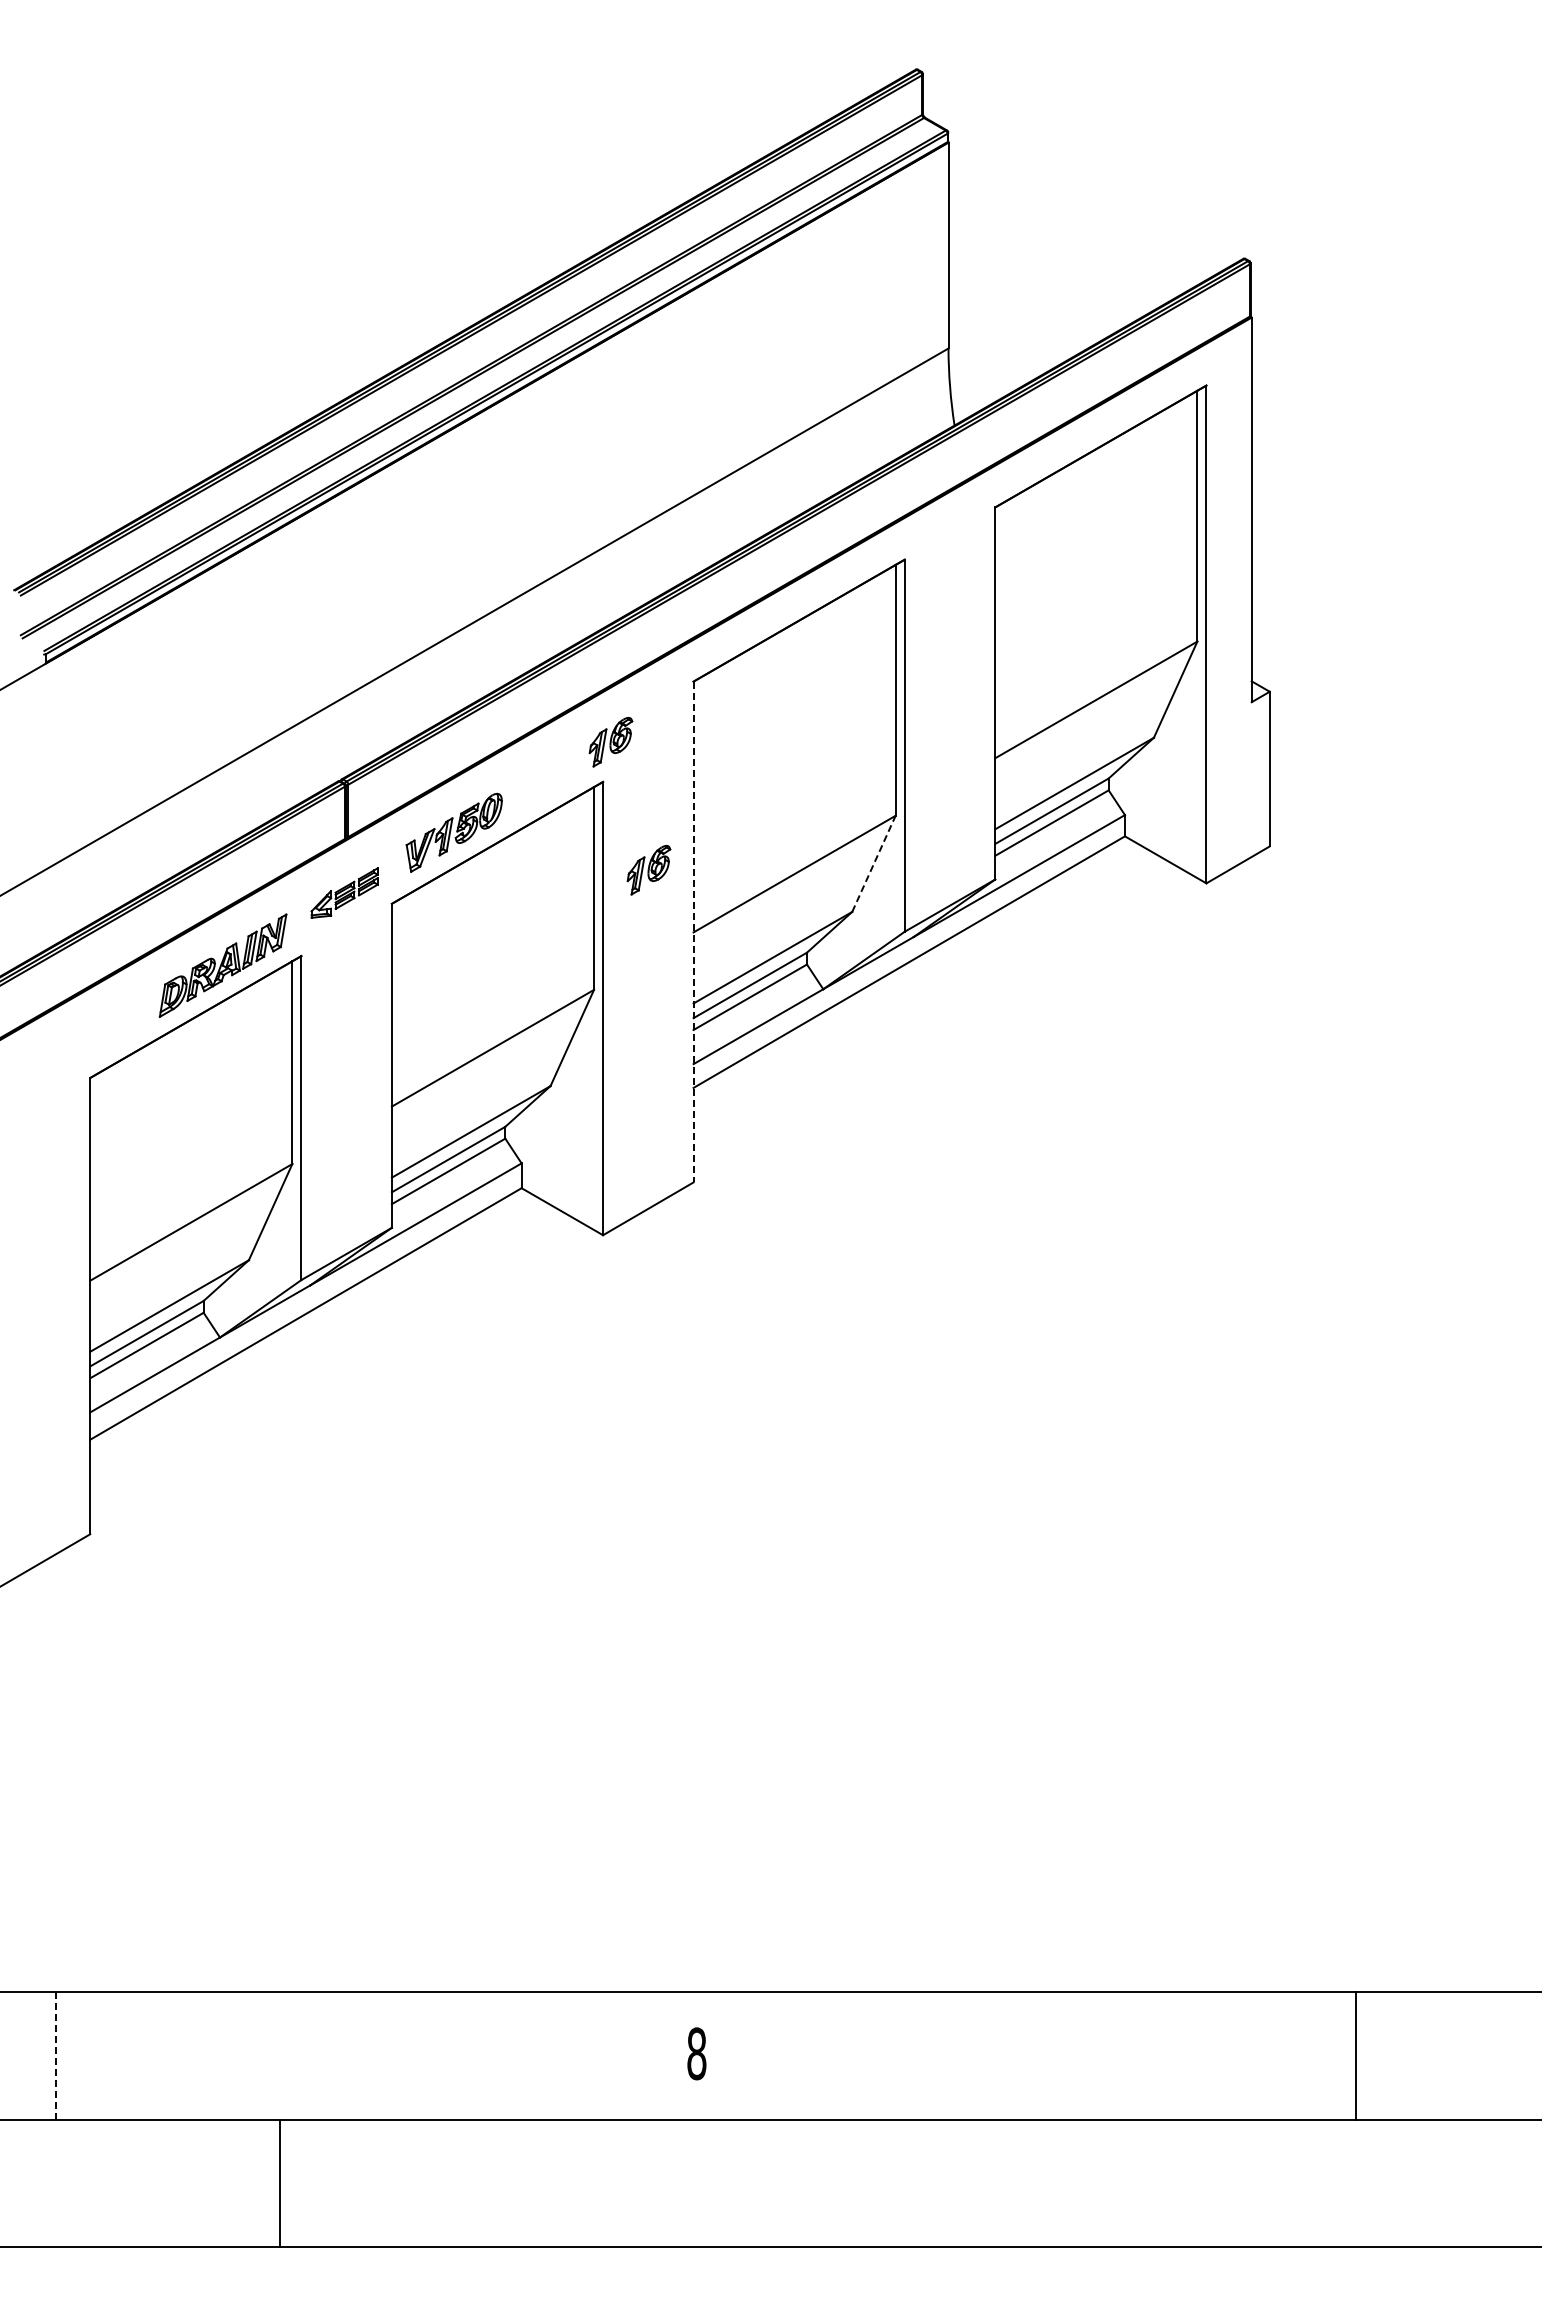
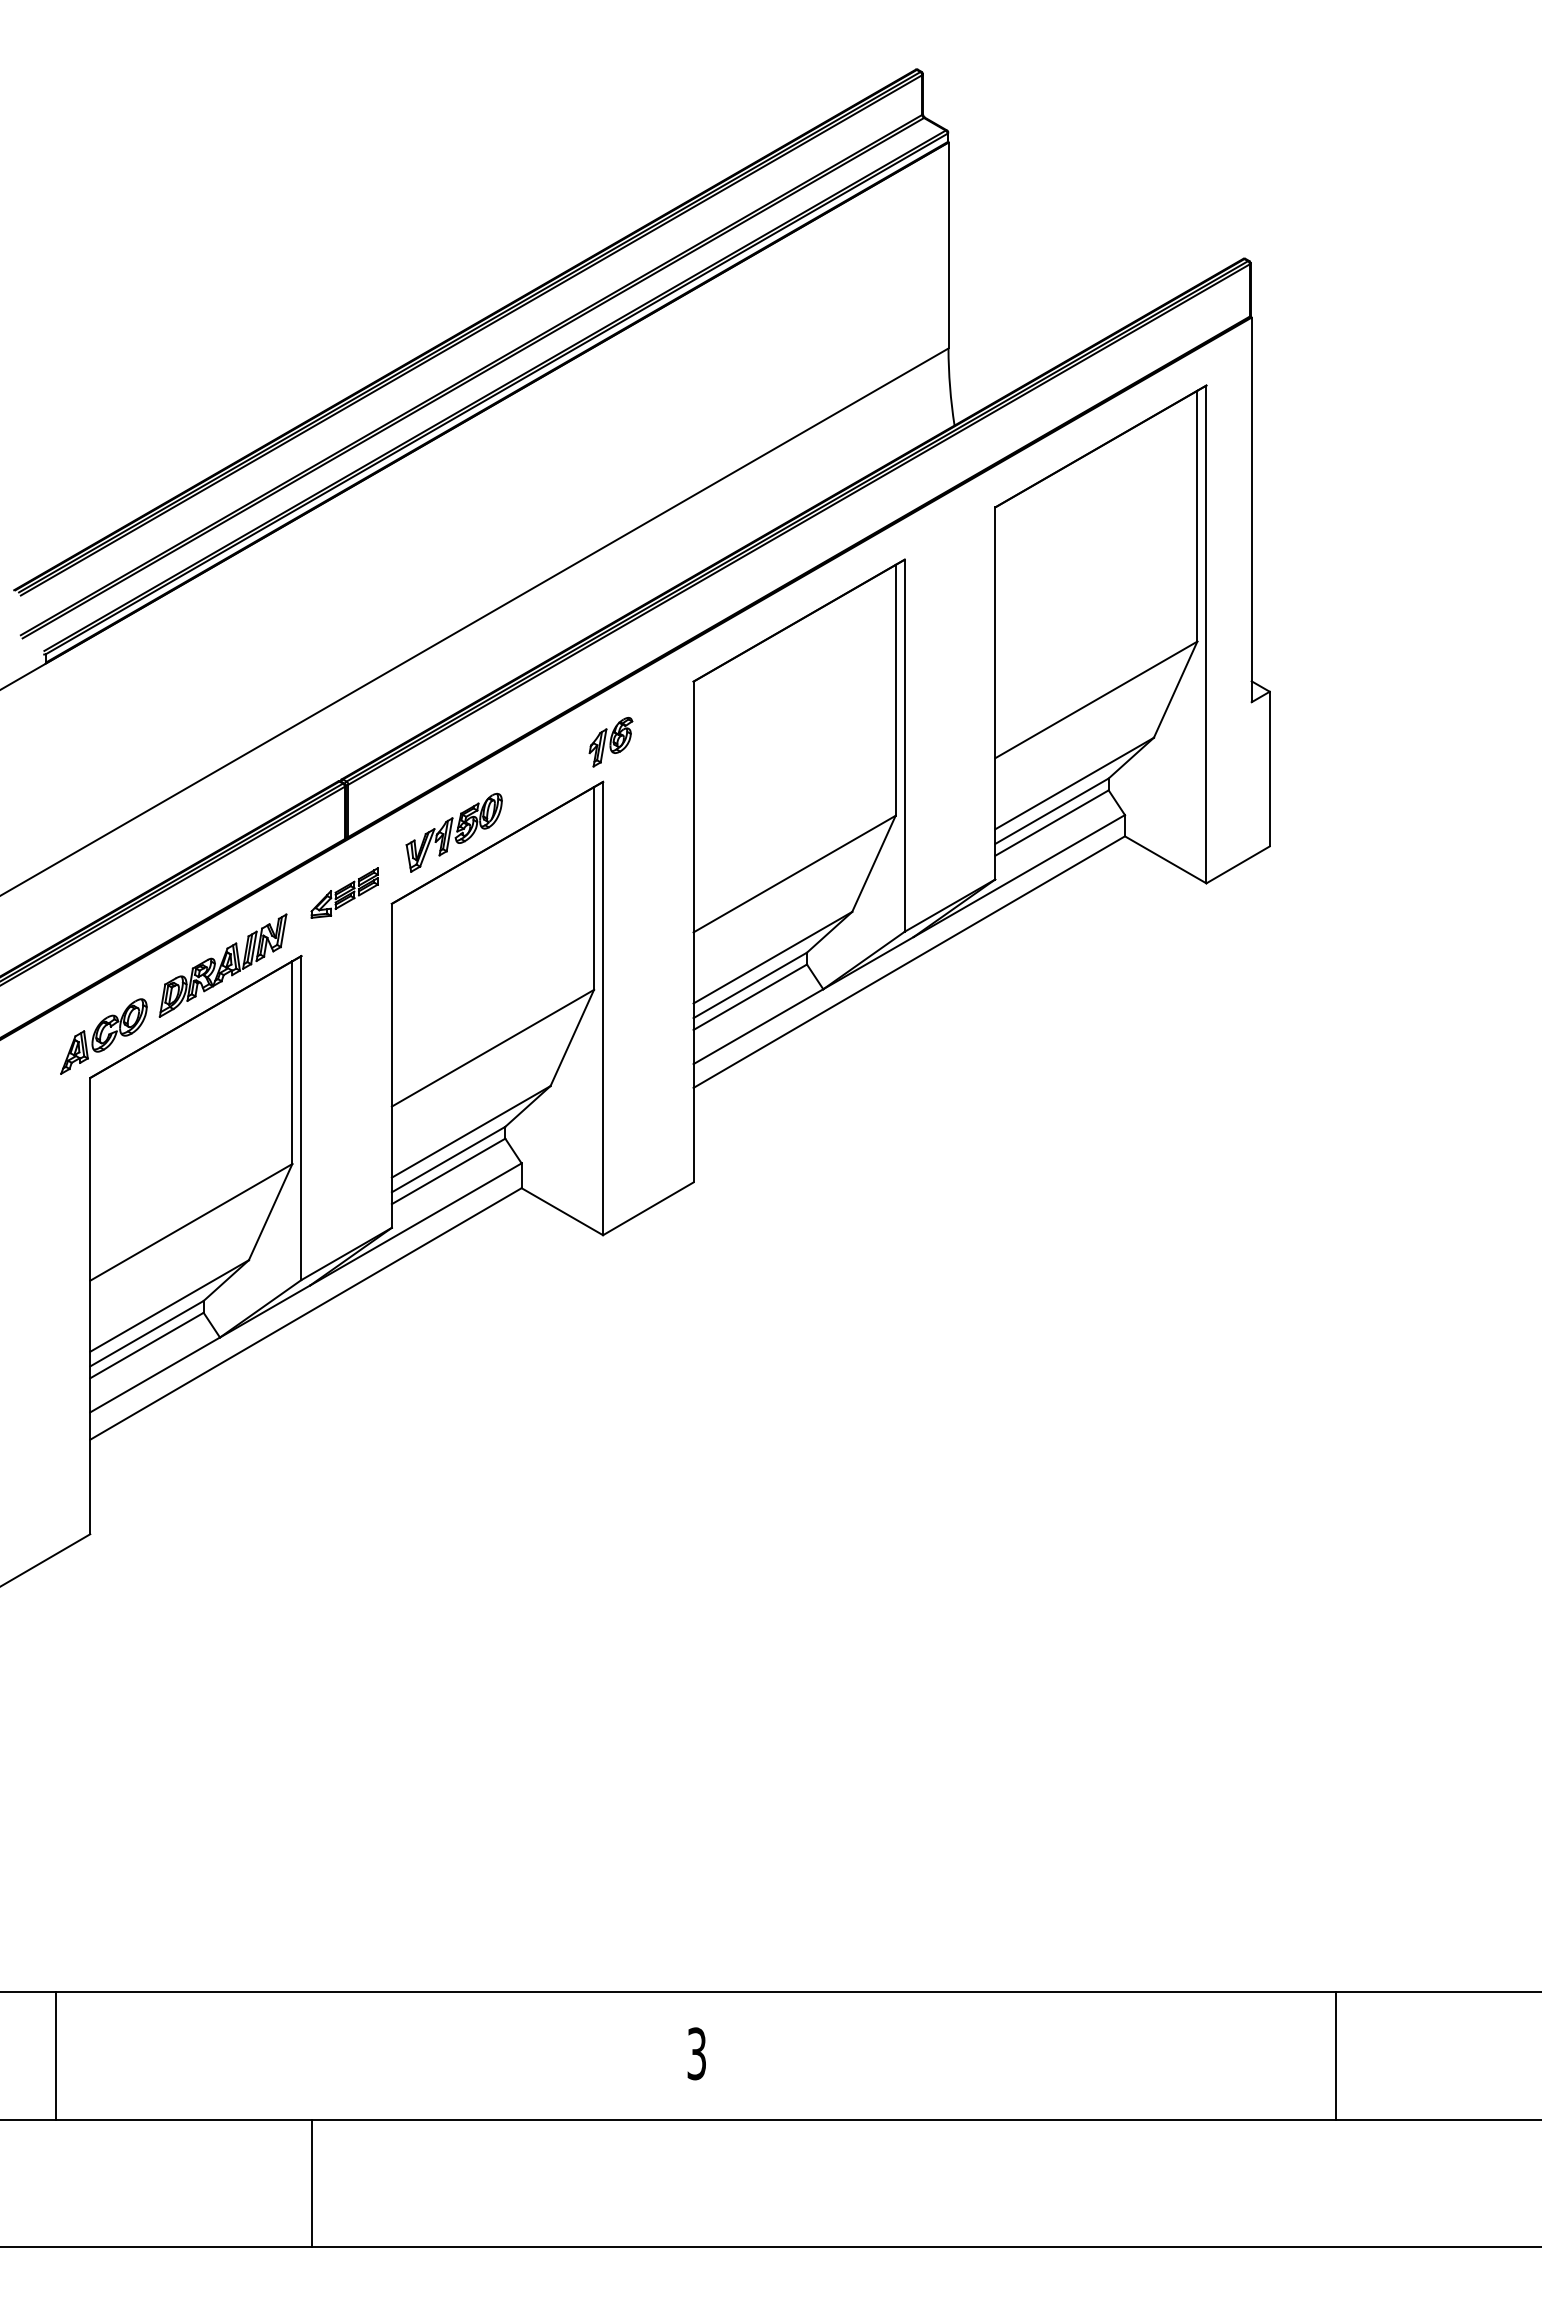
line at (873, 863): dashed -> solid
part at (648, 870): present -> none
line at (693, 932): dashed -> solid
part at (103, 1036): none -> present
text at (696, 2053): 8 -> 3
line at (55, 2055): dashed -> solid
line at (1355, 2055) position: (1355, 2055) -> (1335, 2055)
line at (279, 2183) position: (279, 2183) -> (311, 2183)
